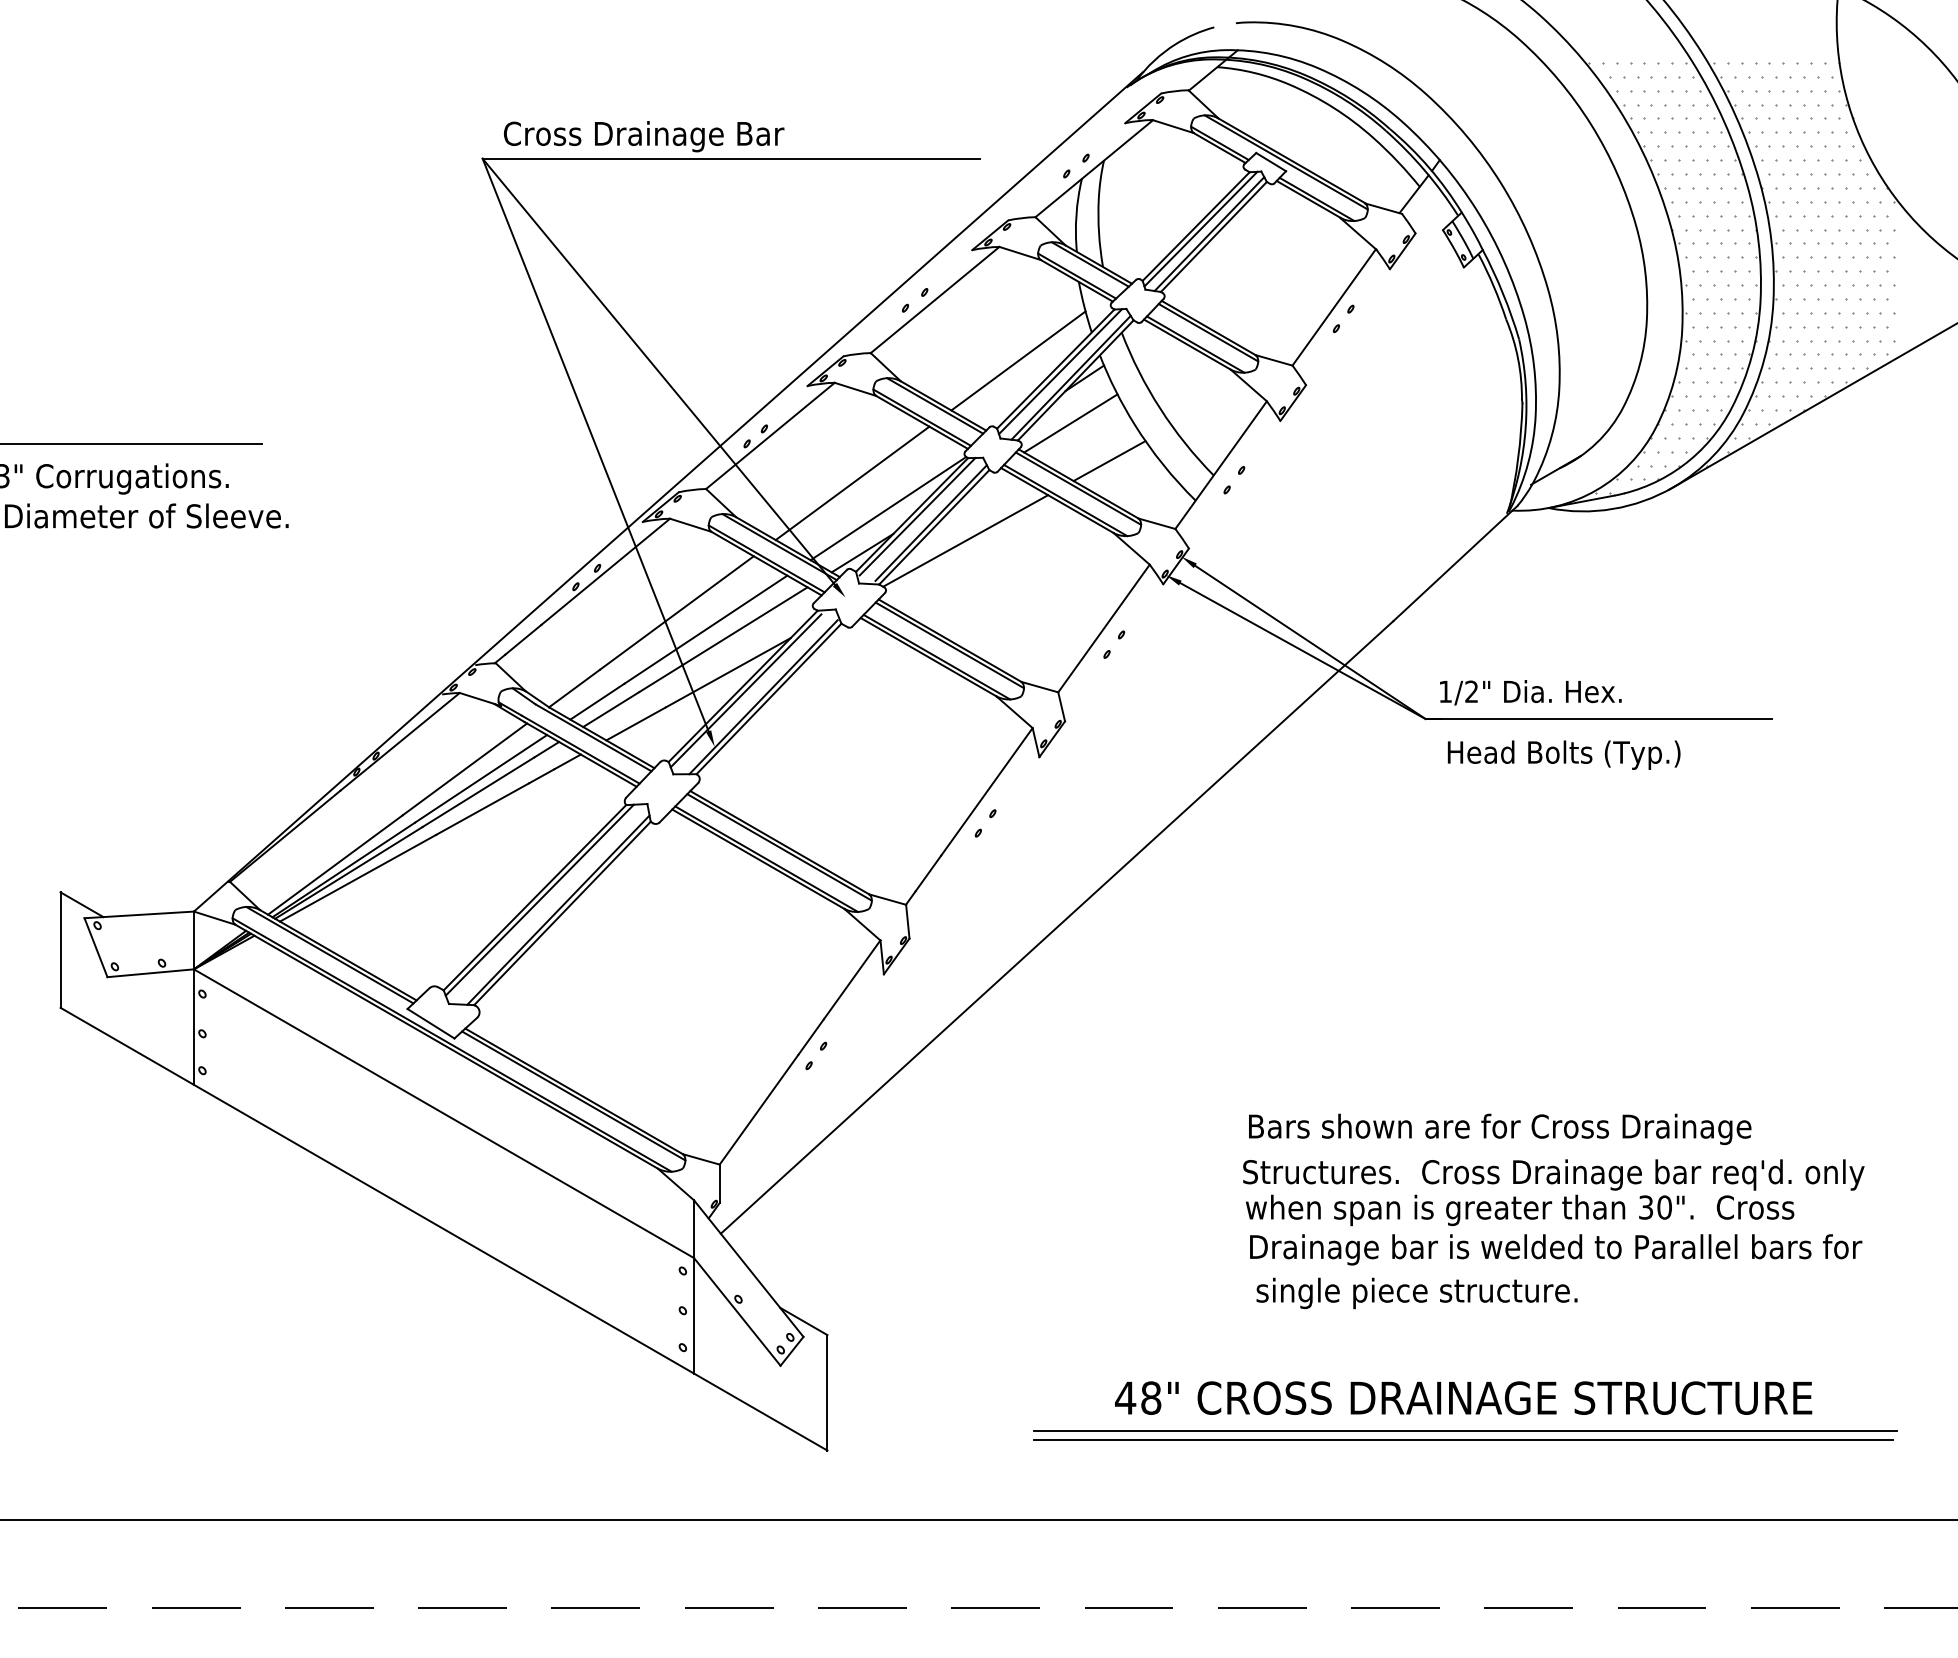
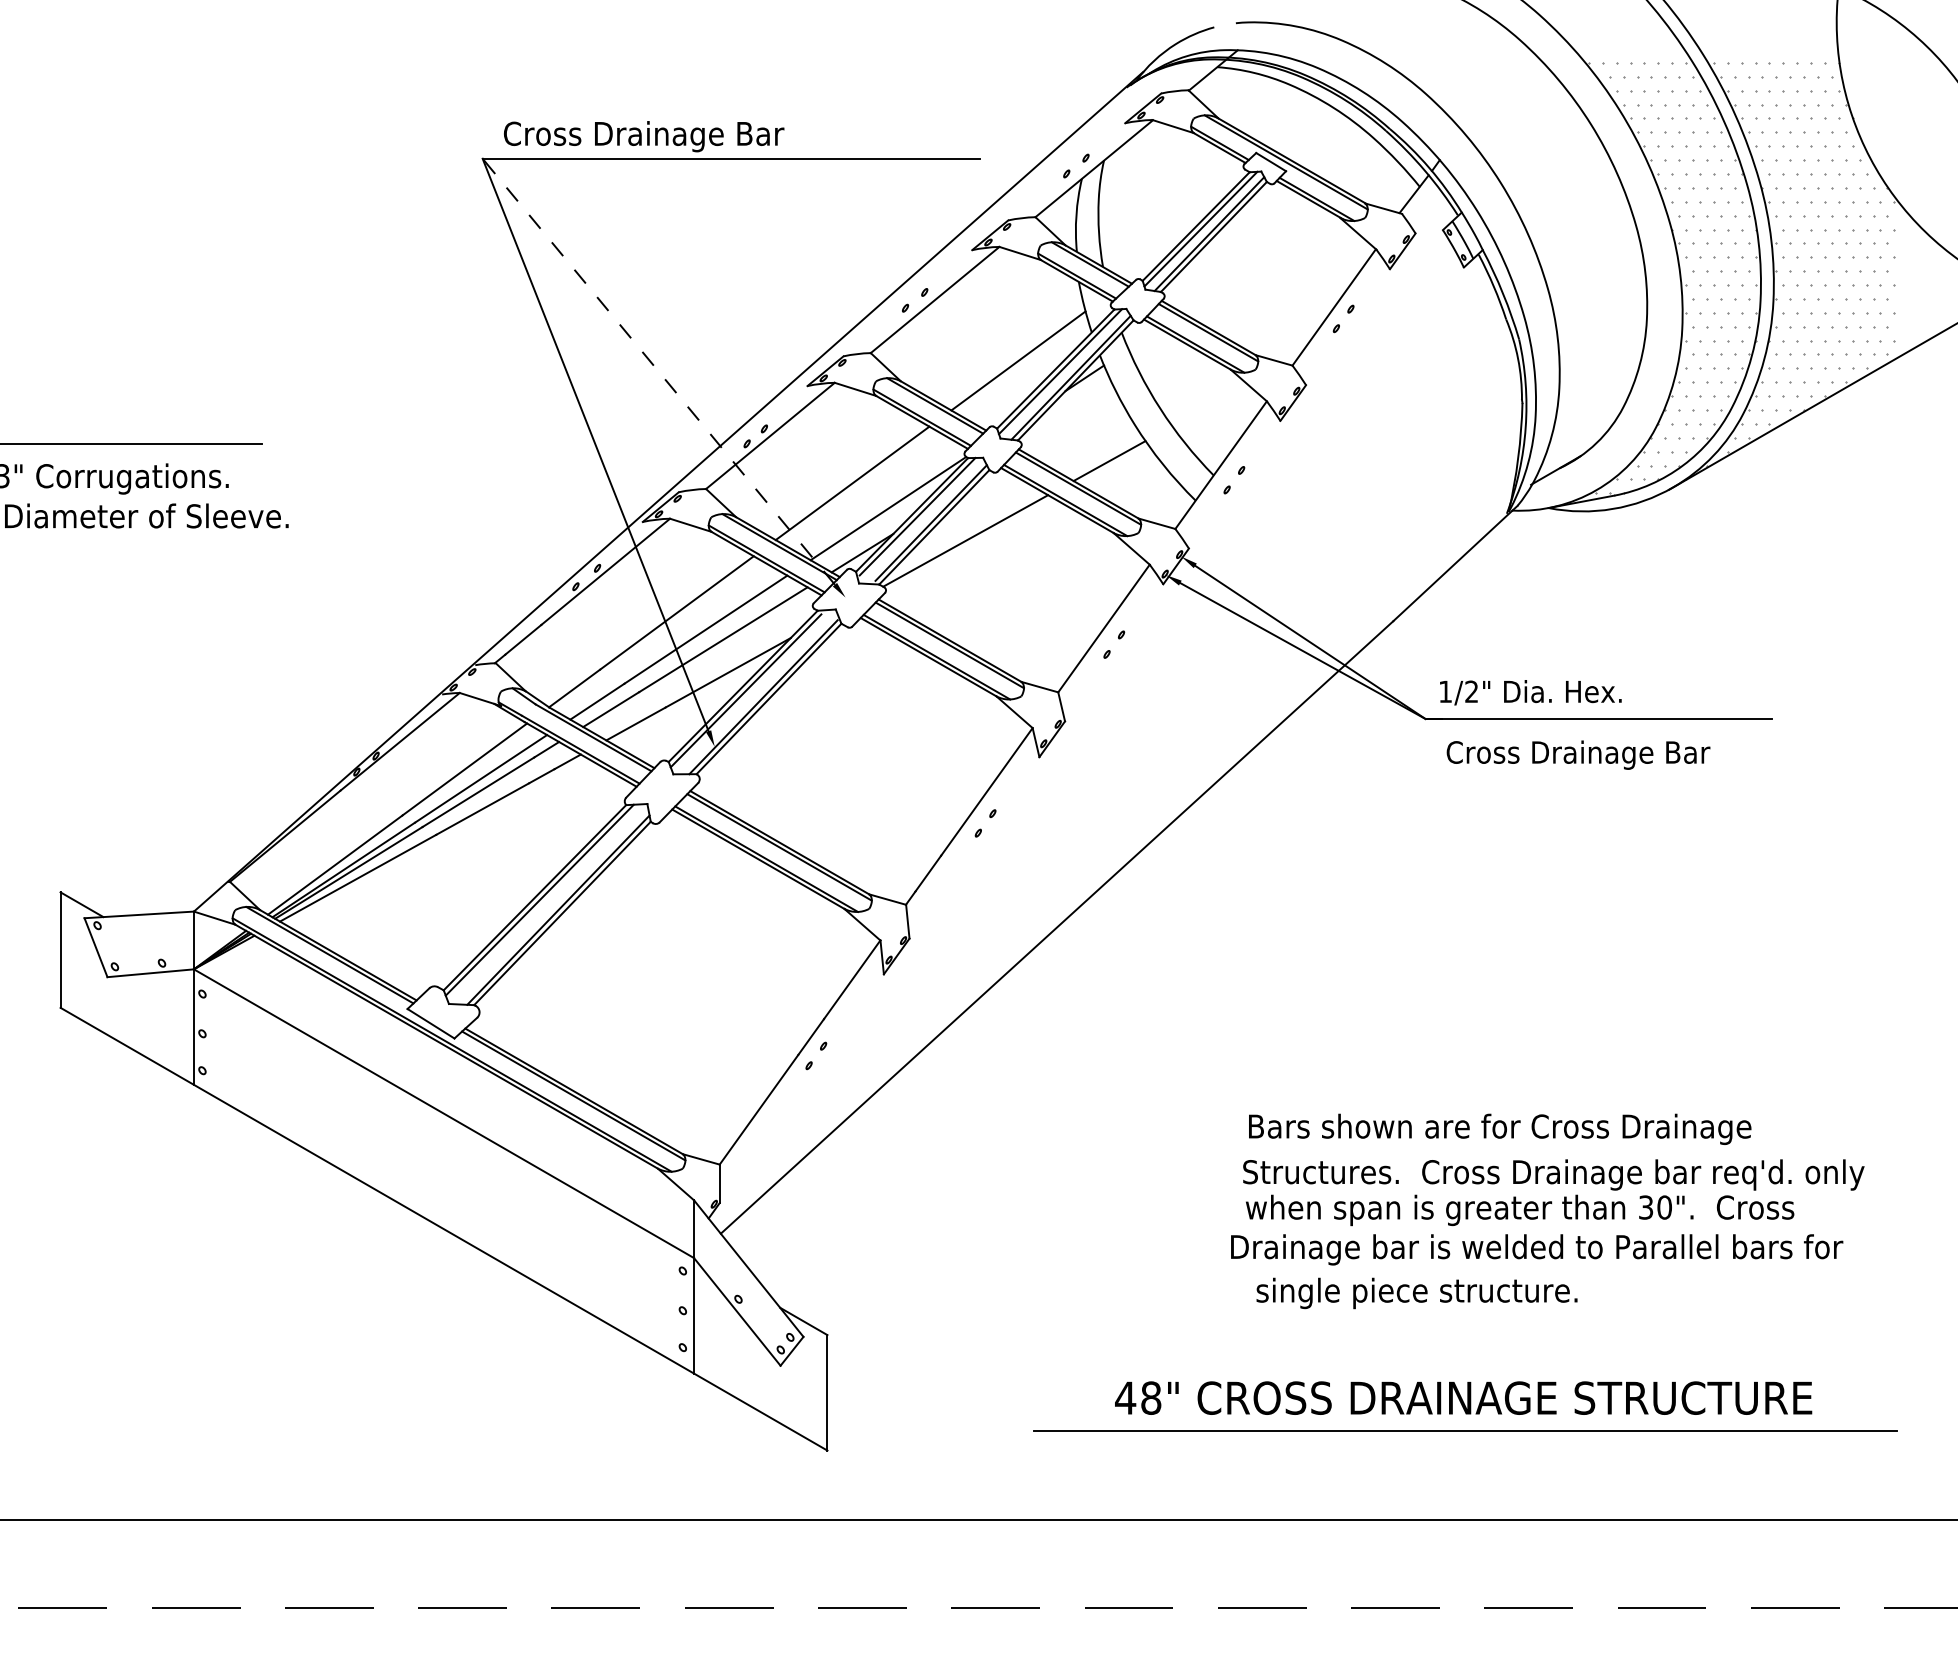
line at (658, 371): solid -> dashed
line at (1070, 423): present -> none
text at (1578, 754): Head Bolts (Typ.) -> Cross Drainage Bar
text at (1556, 1249) position: (1556, 1249) -> (1537, 1249)
line at (1462, 1440): present -> none
